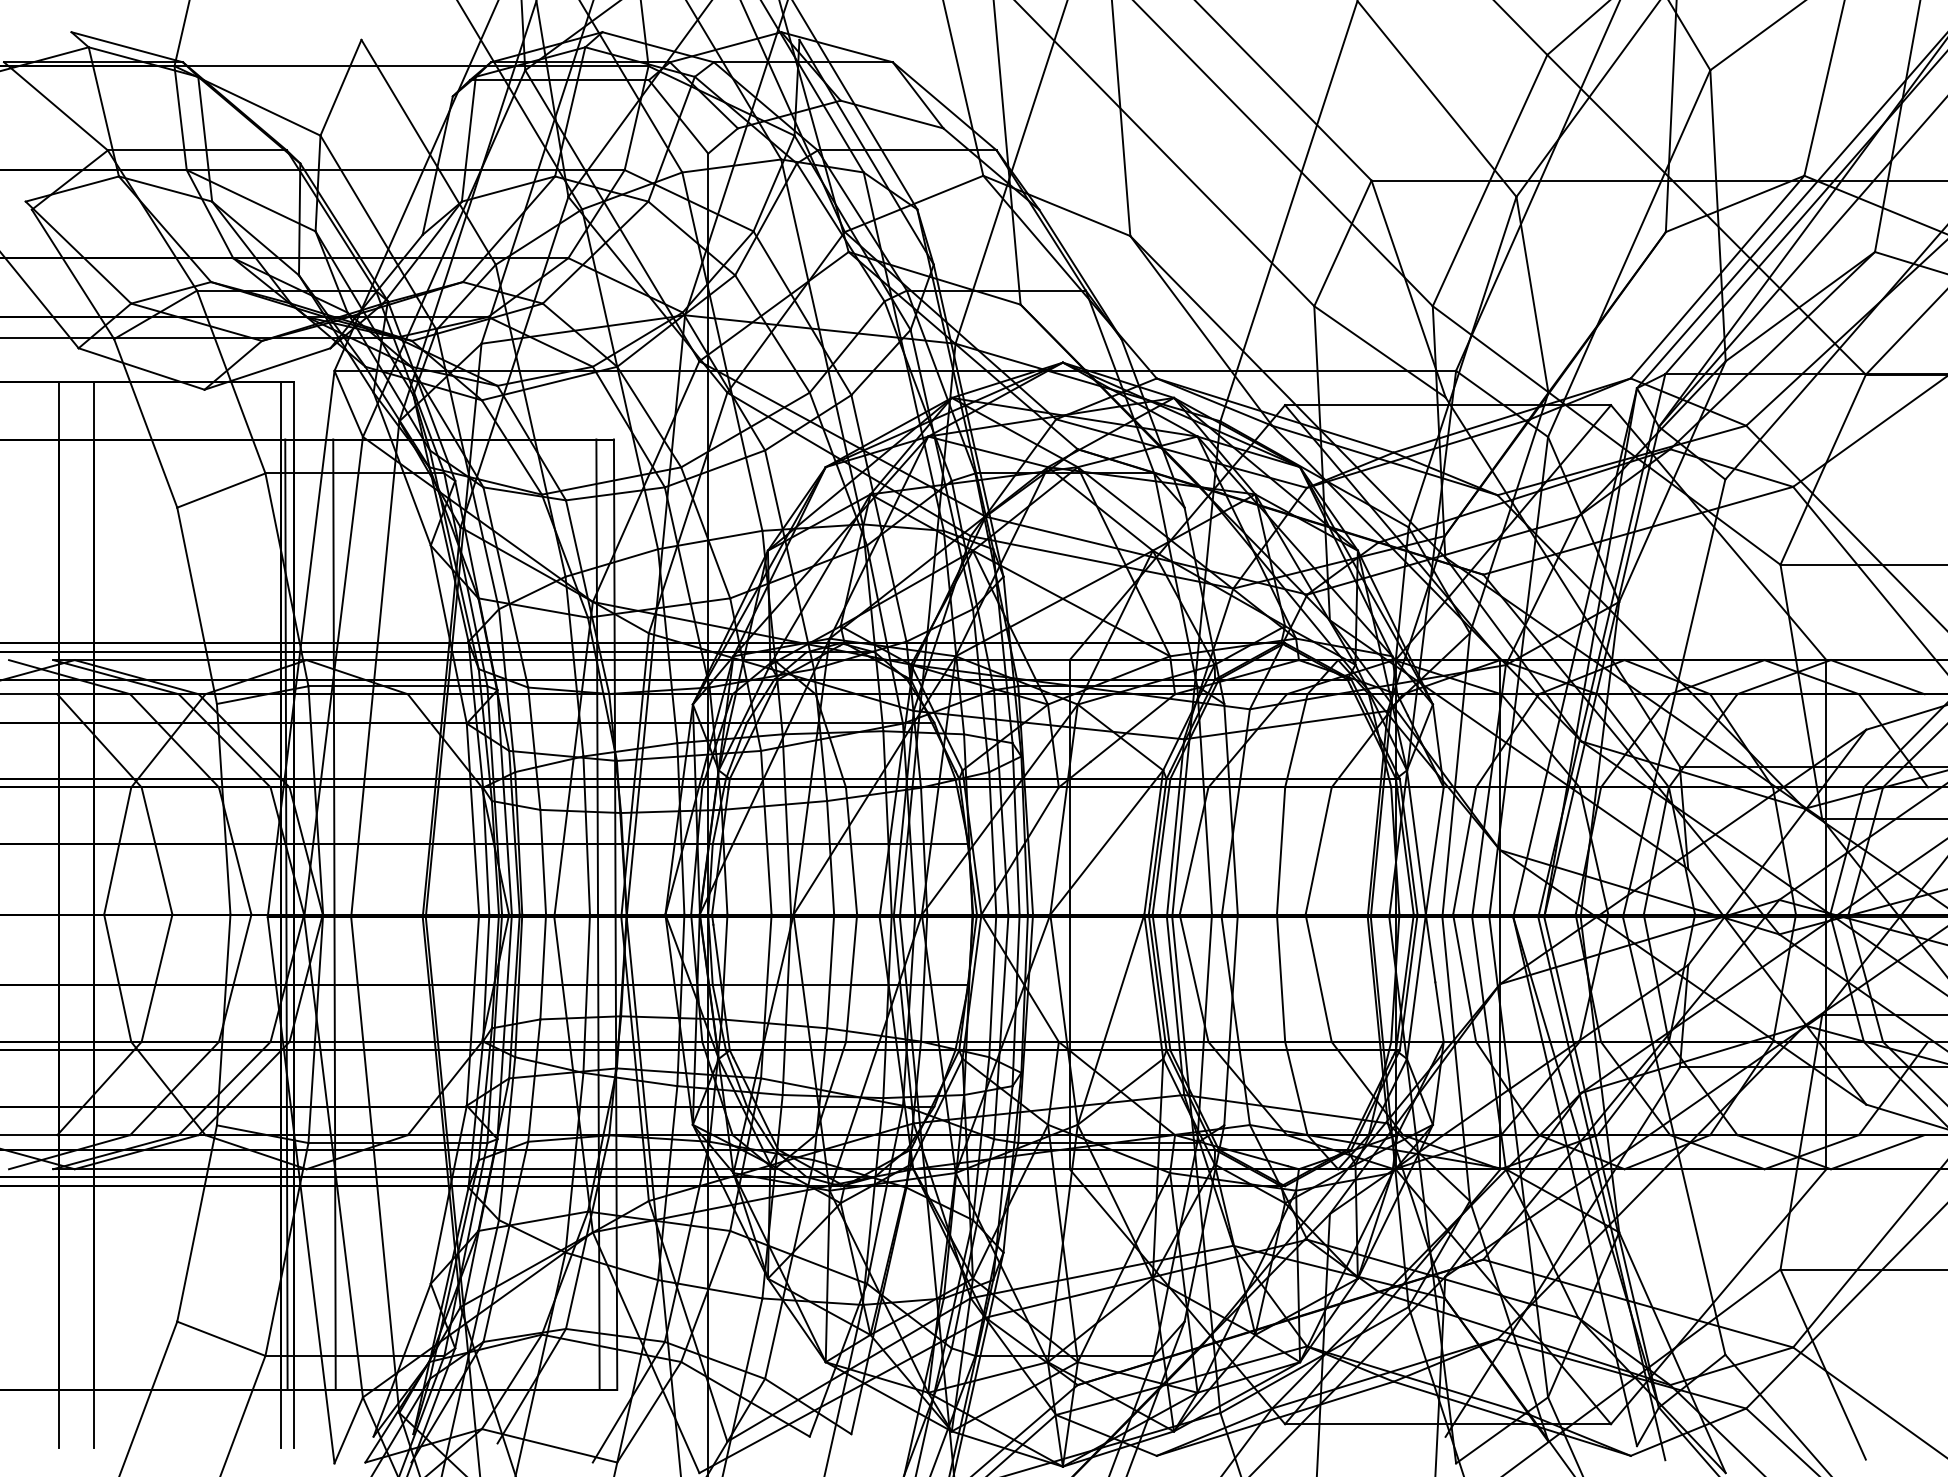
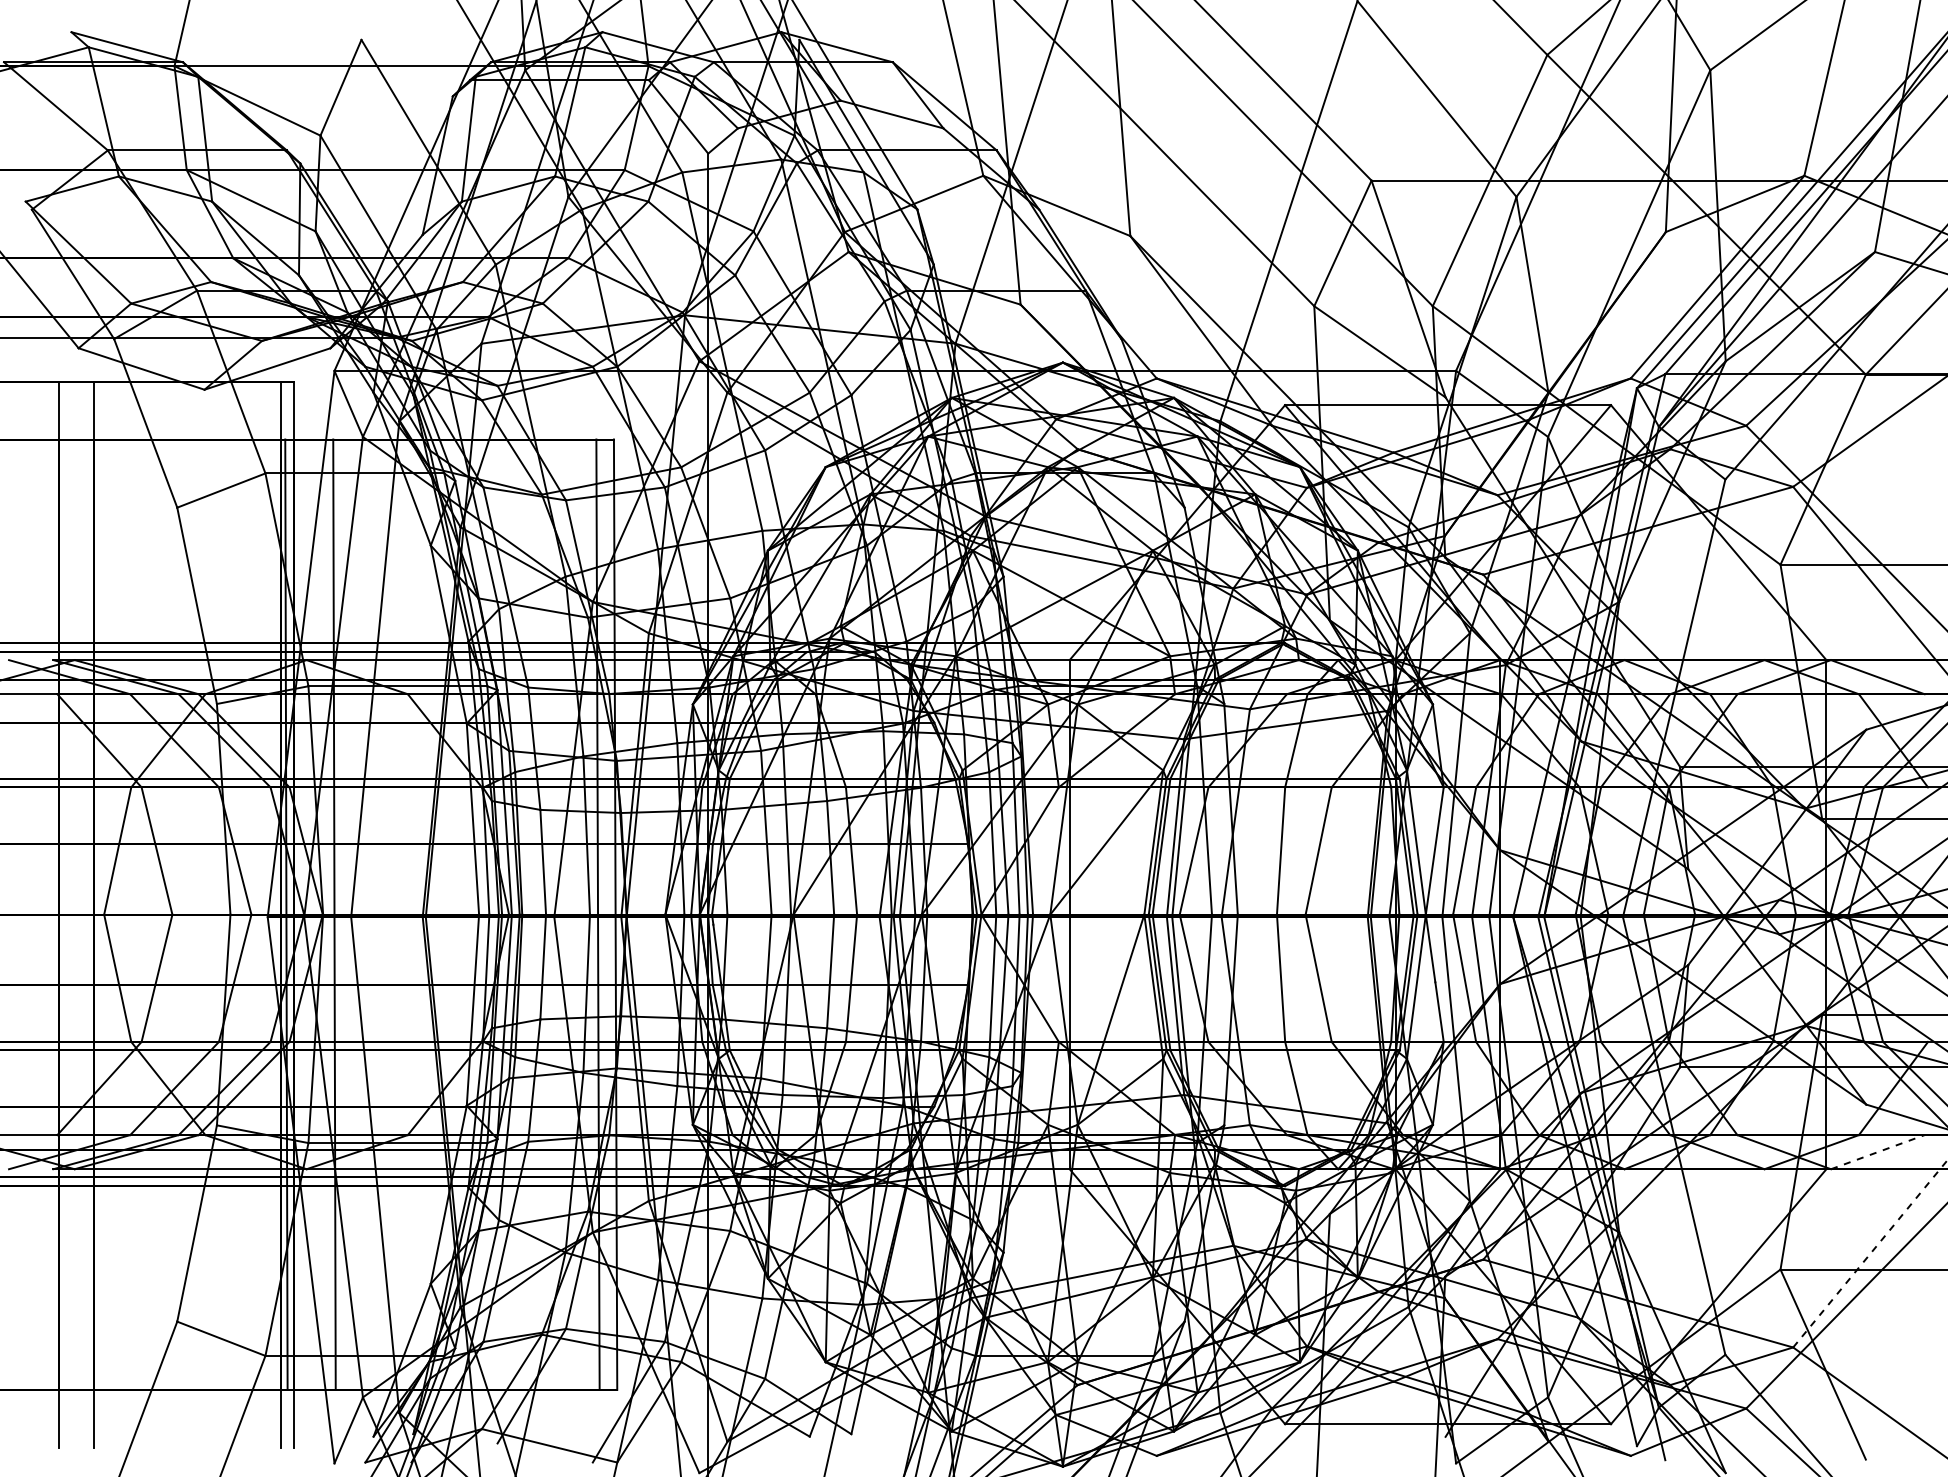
line at (1877, 1152): solid -> dashed
line at (1870, 1253): solid -> dashed
